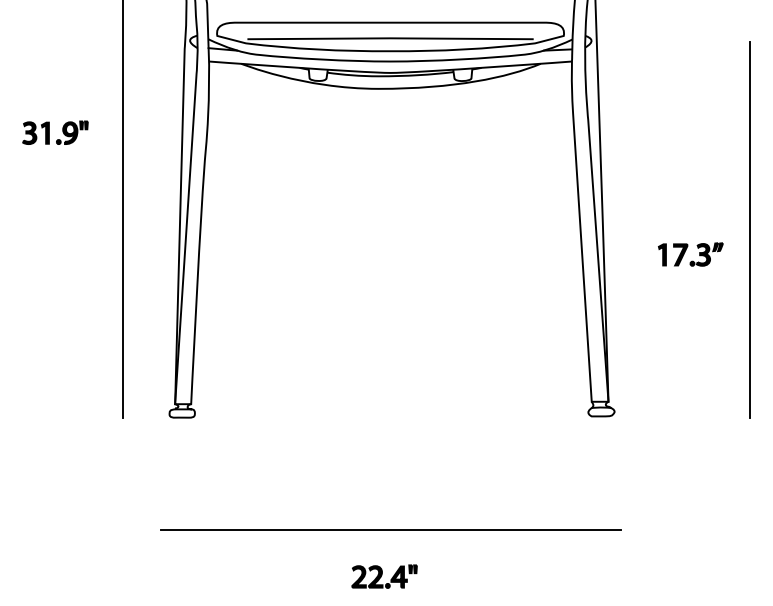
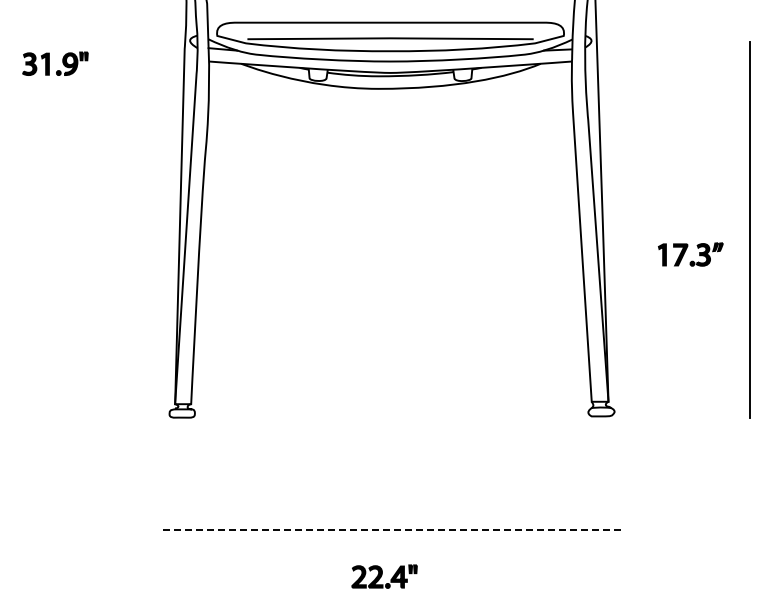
part at (55, 132) position: (55, 132) -> (55, 63)
line at (123, 209): present -> none
line at (391, 530): solid -> dashed
